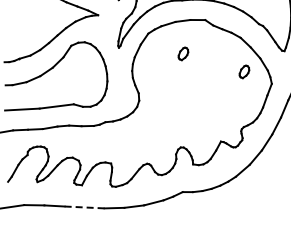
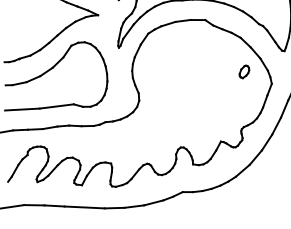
part at (183, 53): present -> none
line at (84, 207): dashed -> solid
